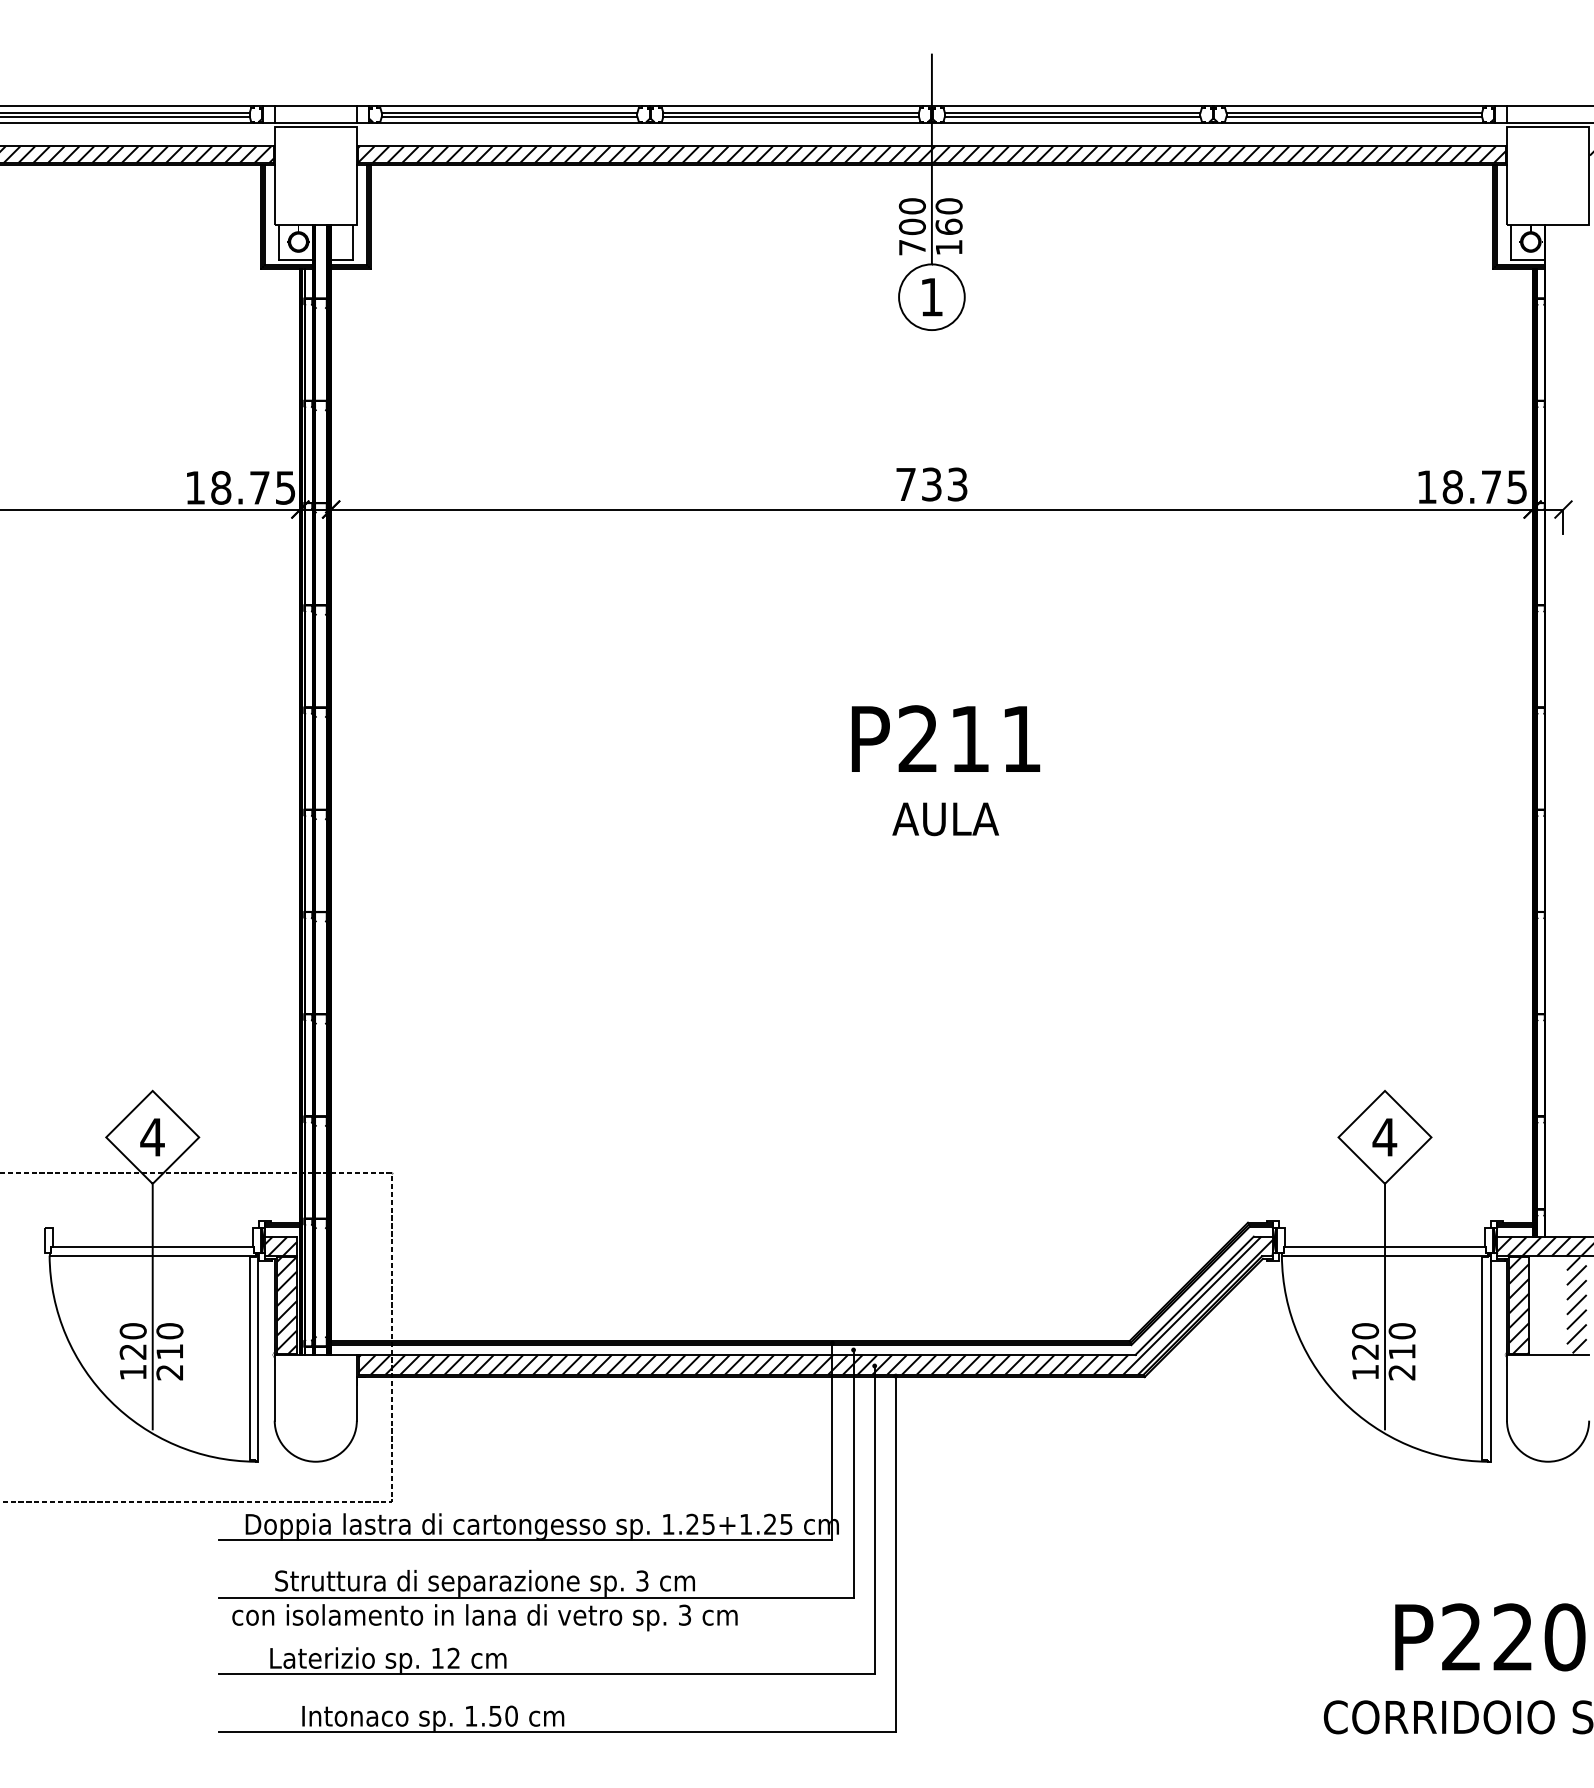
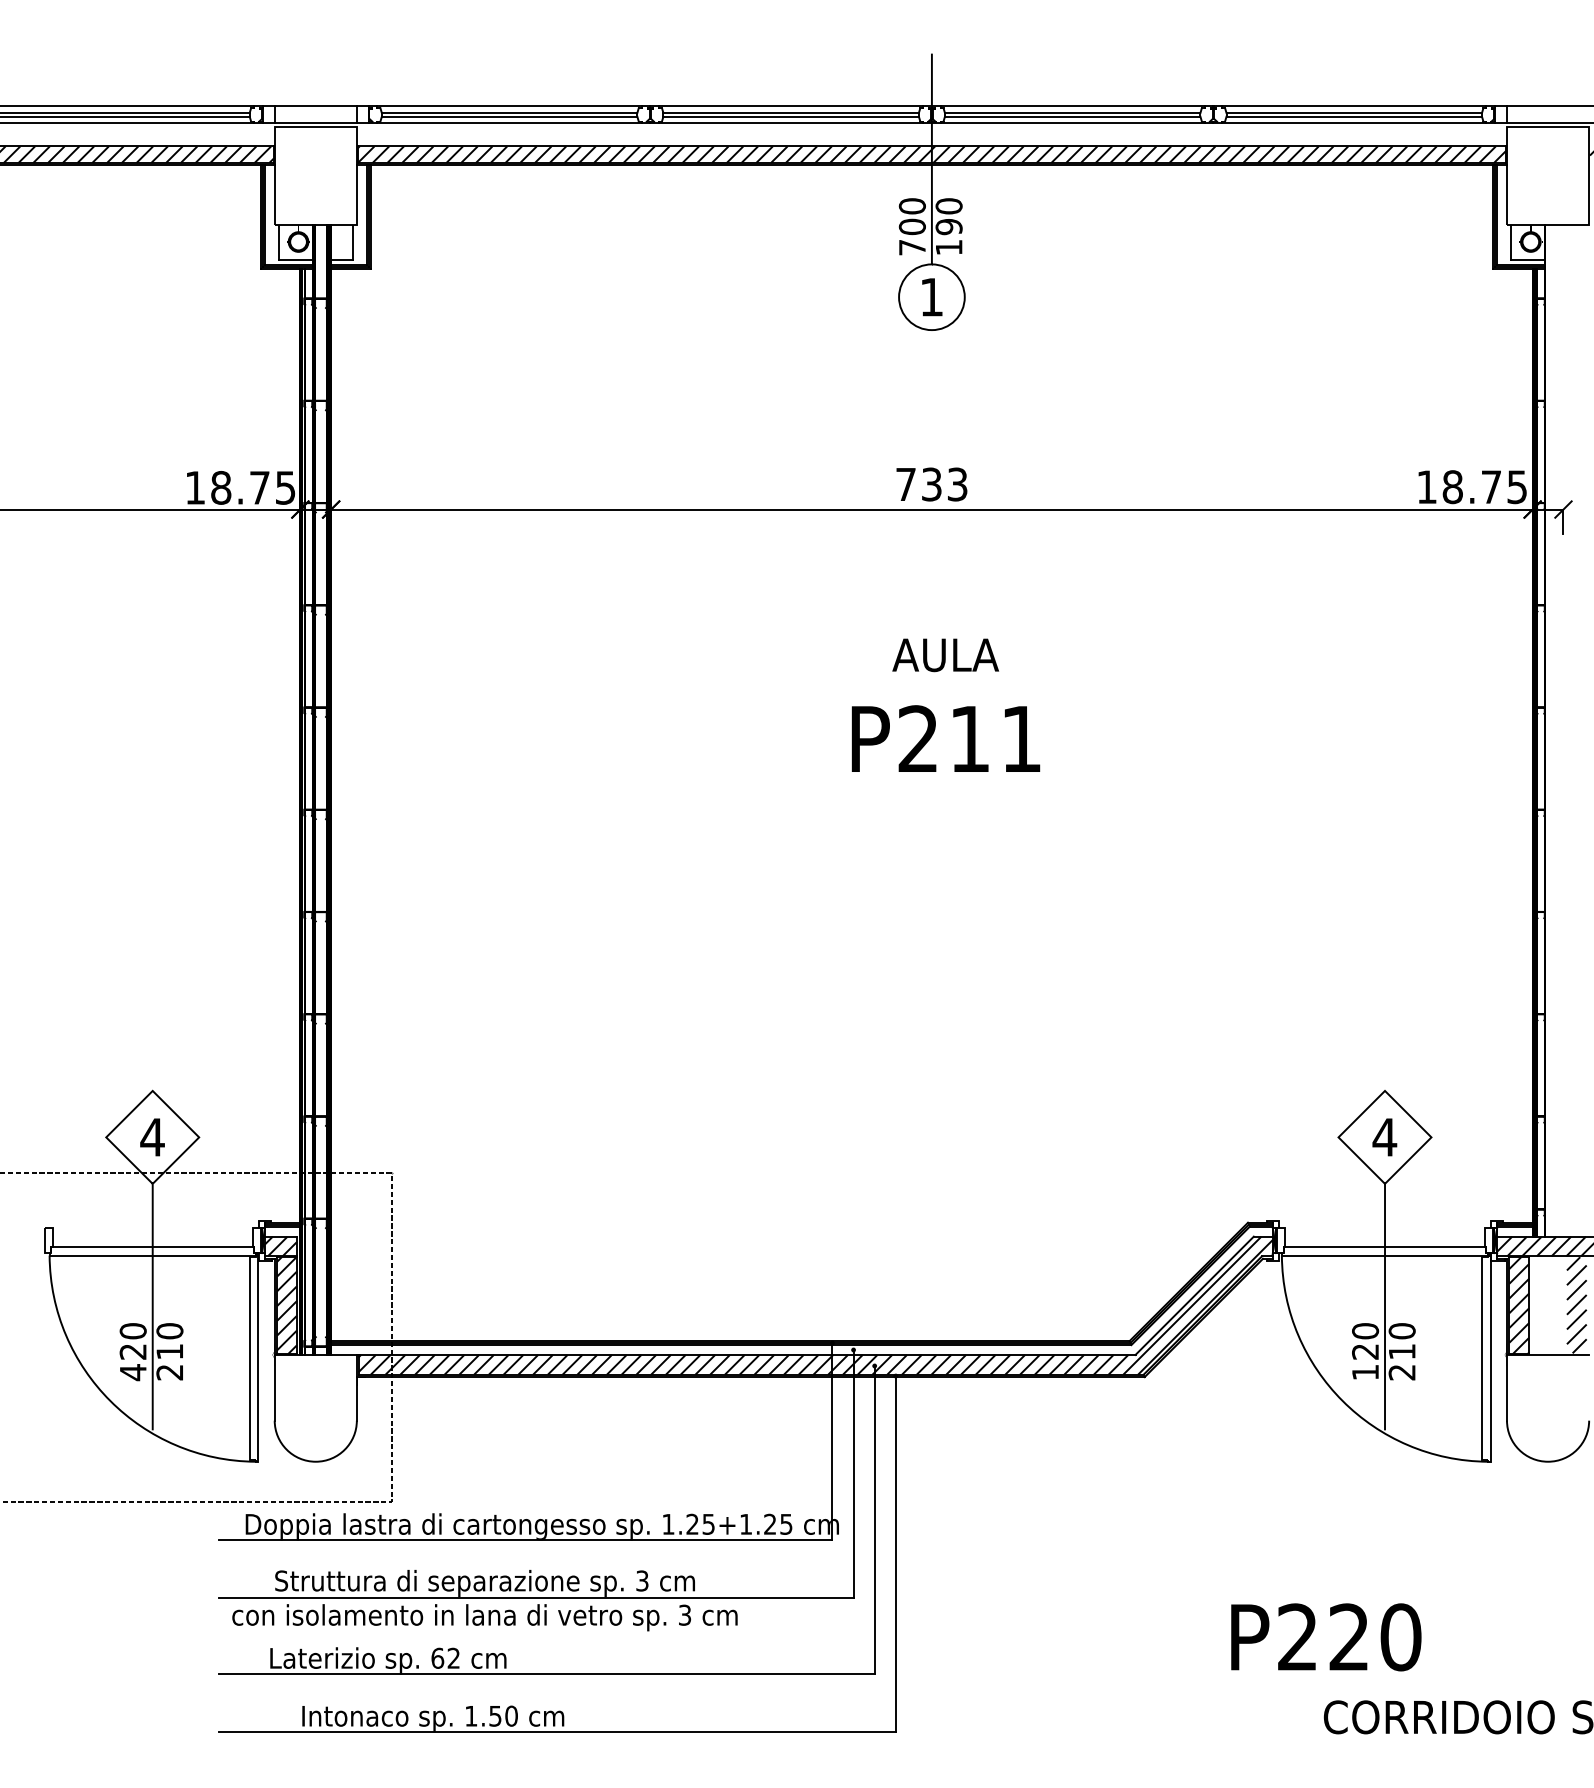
text at (948, 226): 160 -> 190
text at (945, 819) position: (945, 819) -> (945, 655)
text at (133, 1372): 120 -> 420
text at (1490, 1637) position: (1490, 1637) -> (1326, 1637)
text at (437, 1657): 12 -> 62
